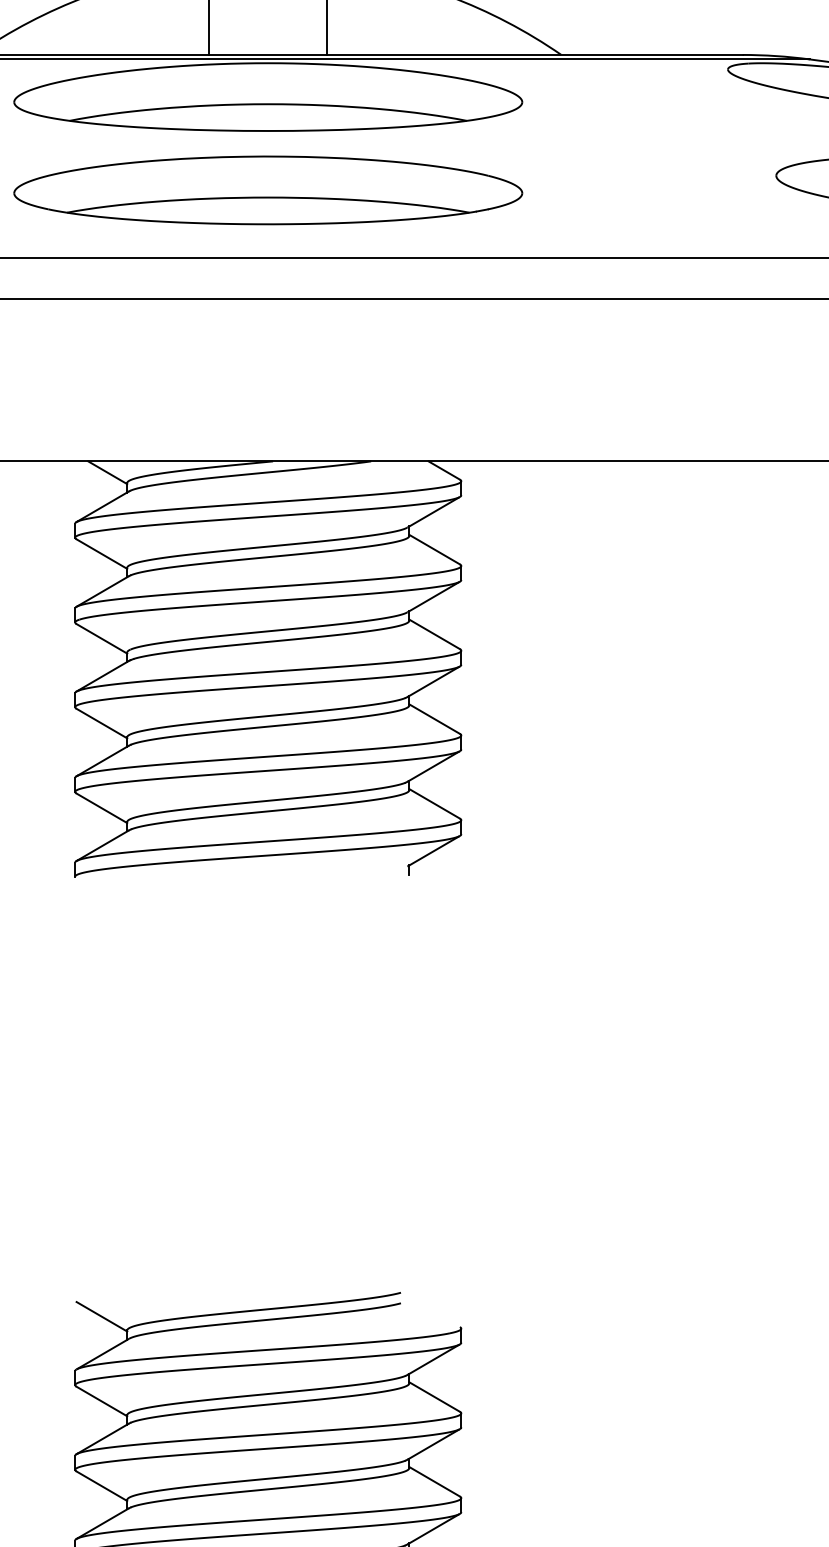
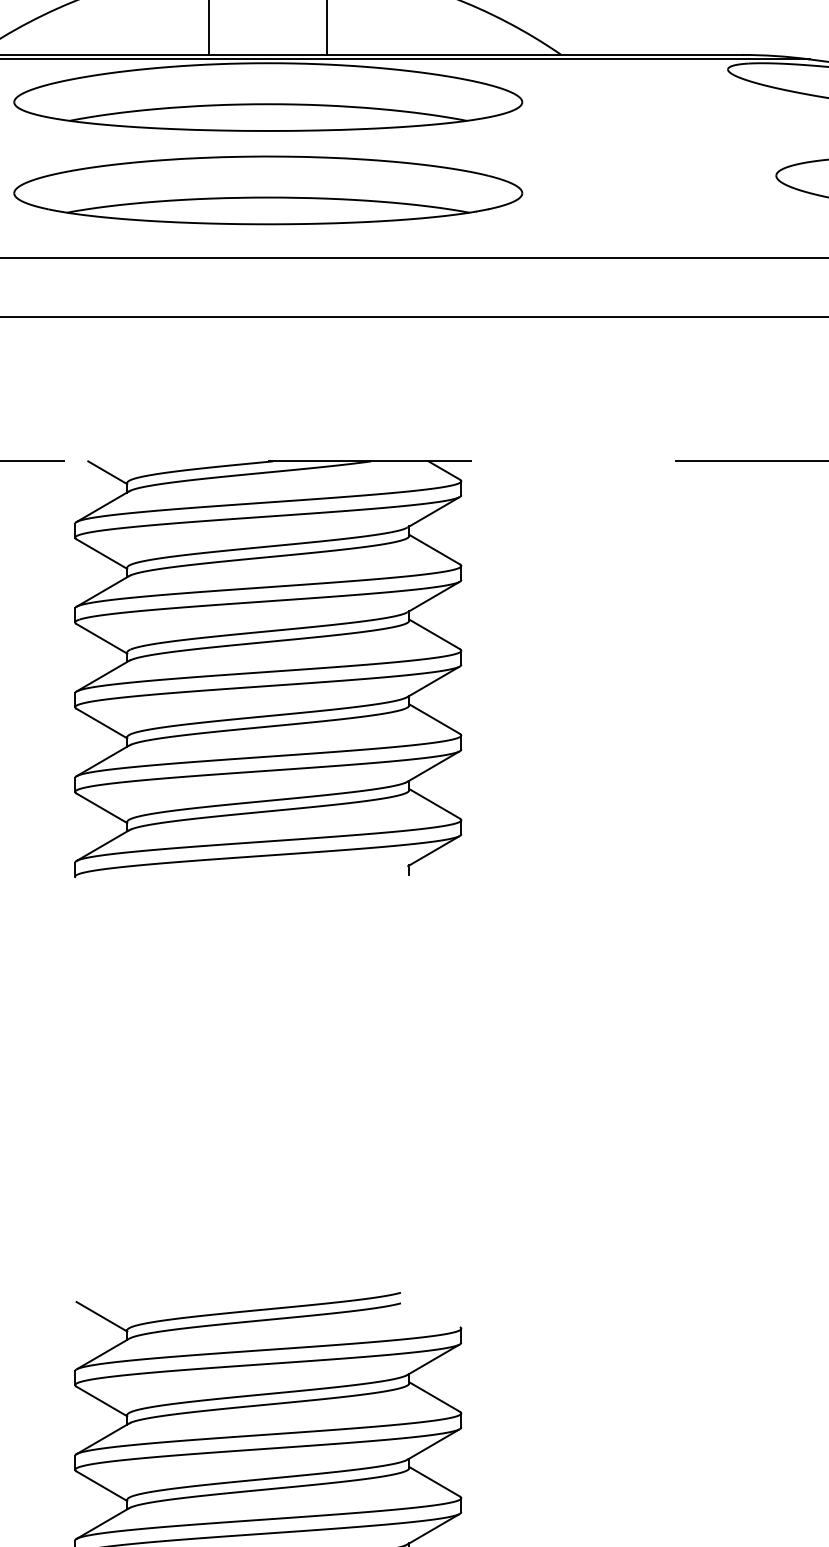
line at (413, 298) position: (413, 298) -> (413, 316)
line at (414, 461): solid -> dashed
